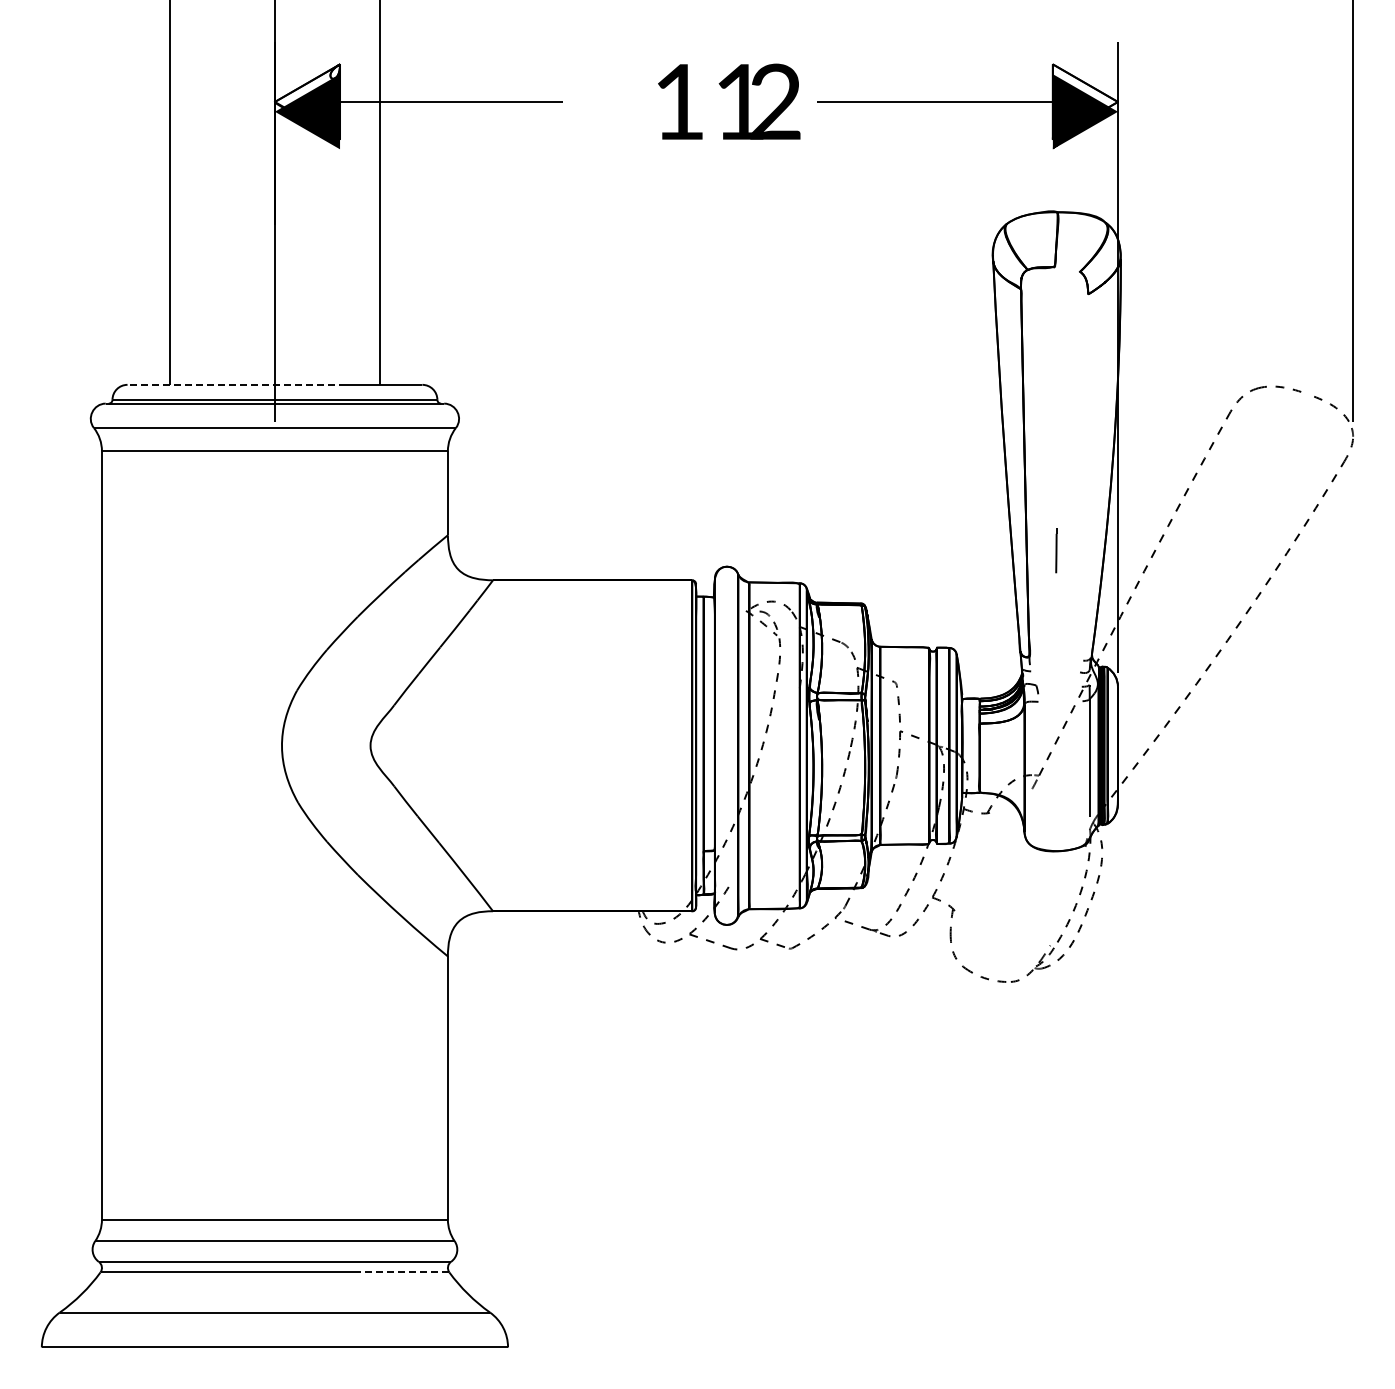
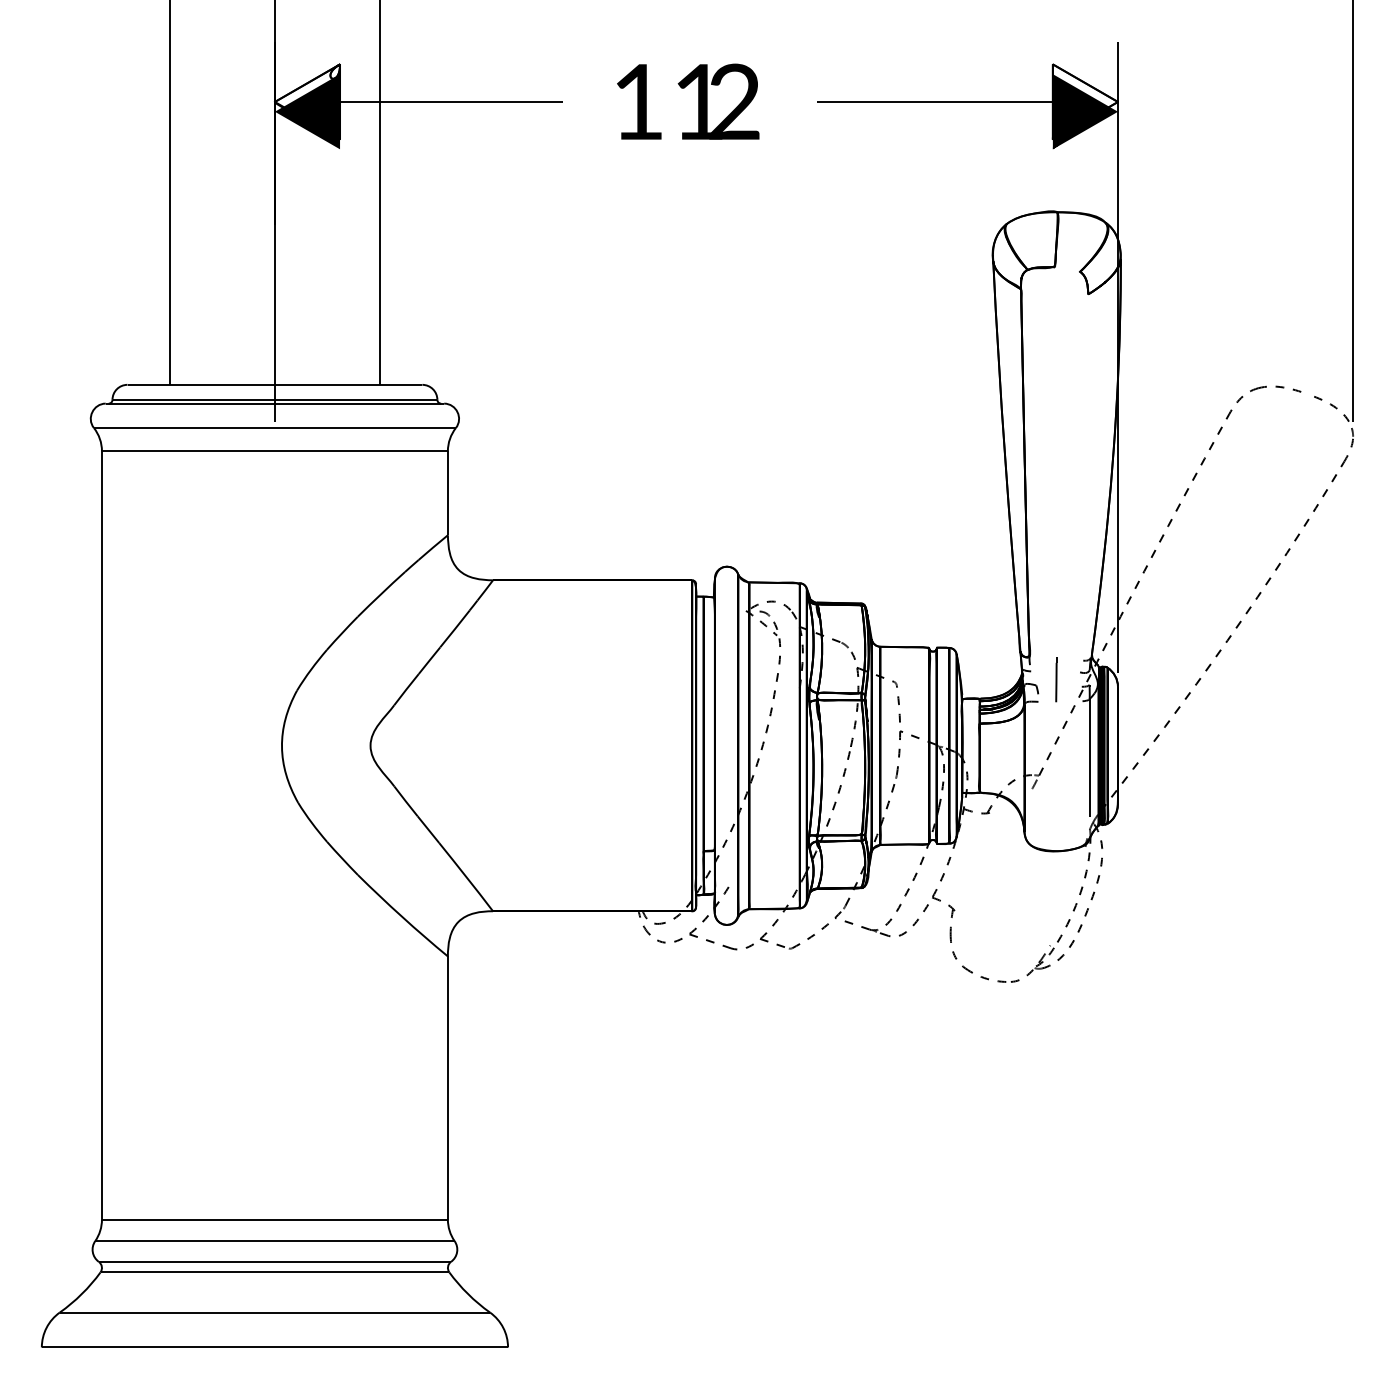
text at (729, 101) position: (729, 101) -> (688, 101)
line at (236, 384): dashed -> solid
line at (1056, 550) position: (1056, 550) -> (1056, 679)
line at (403, 1272): dashed -> solid
